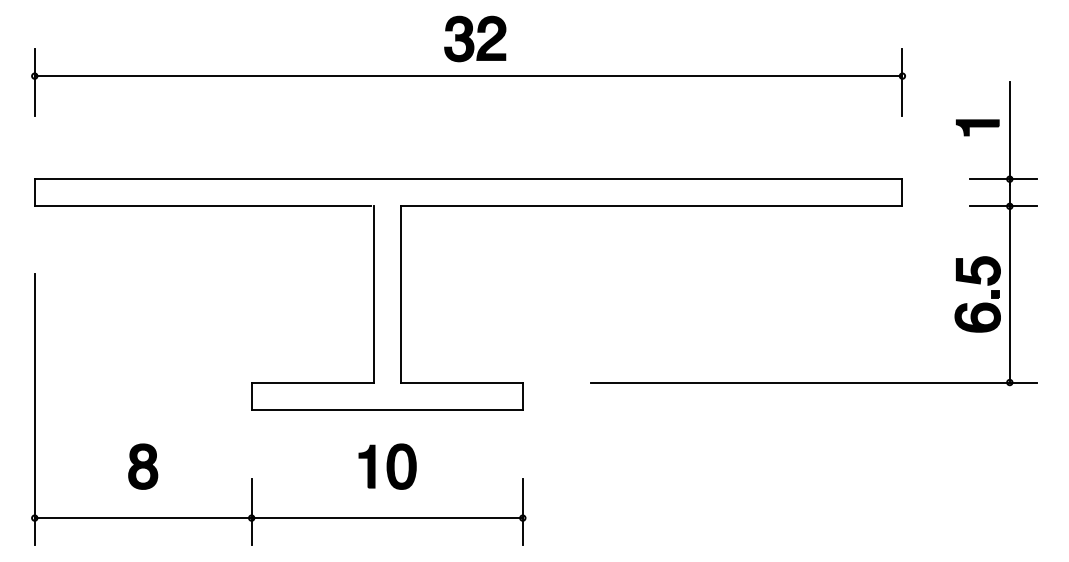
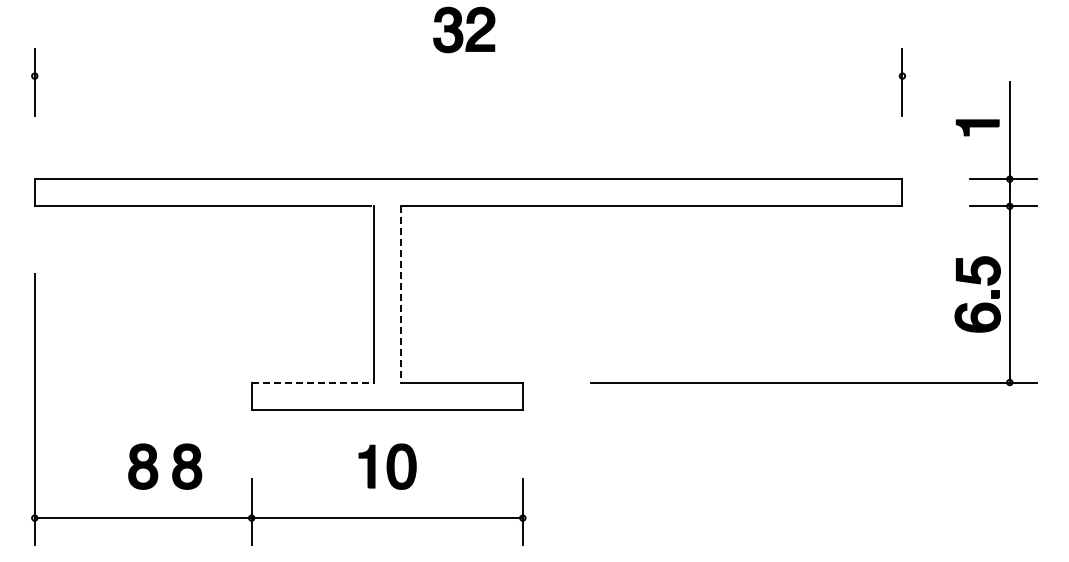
part at (475, 38) position: (475, 38) -> (464, 29)
line at (468, 76): present -> none
line at (400, 294): solid -> dashed
line at (313, 382): solid -> dashed
part at (187, 466): none -> present
